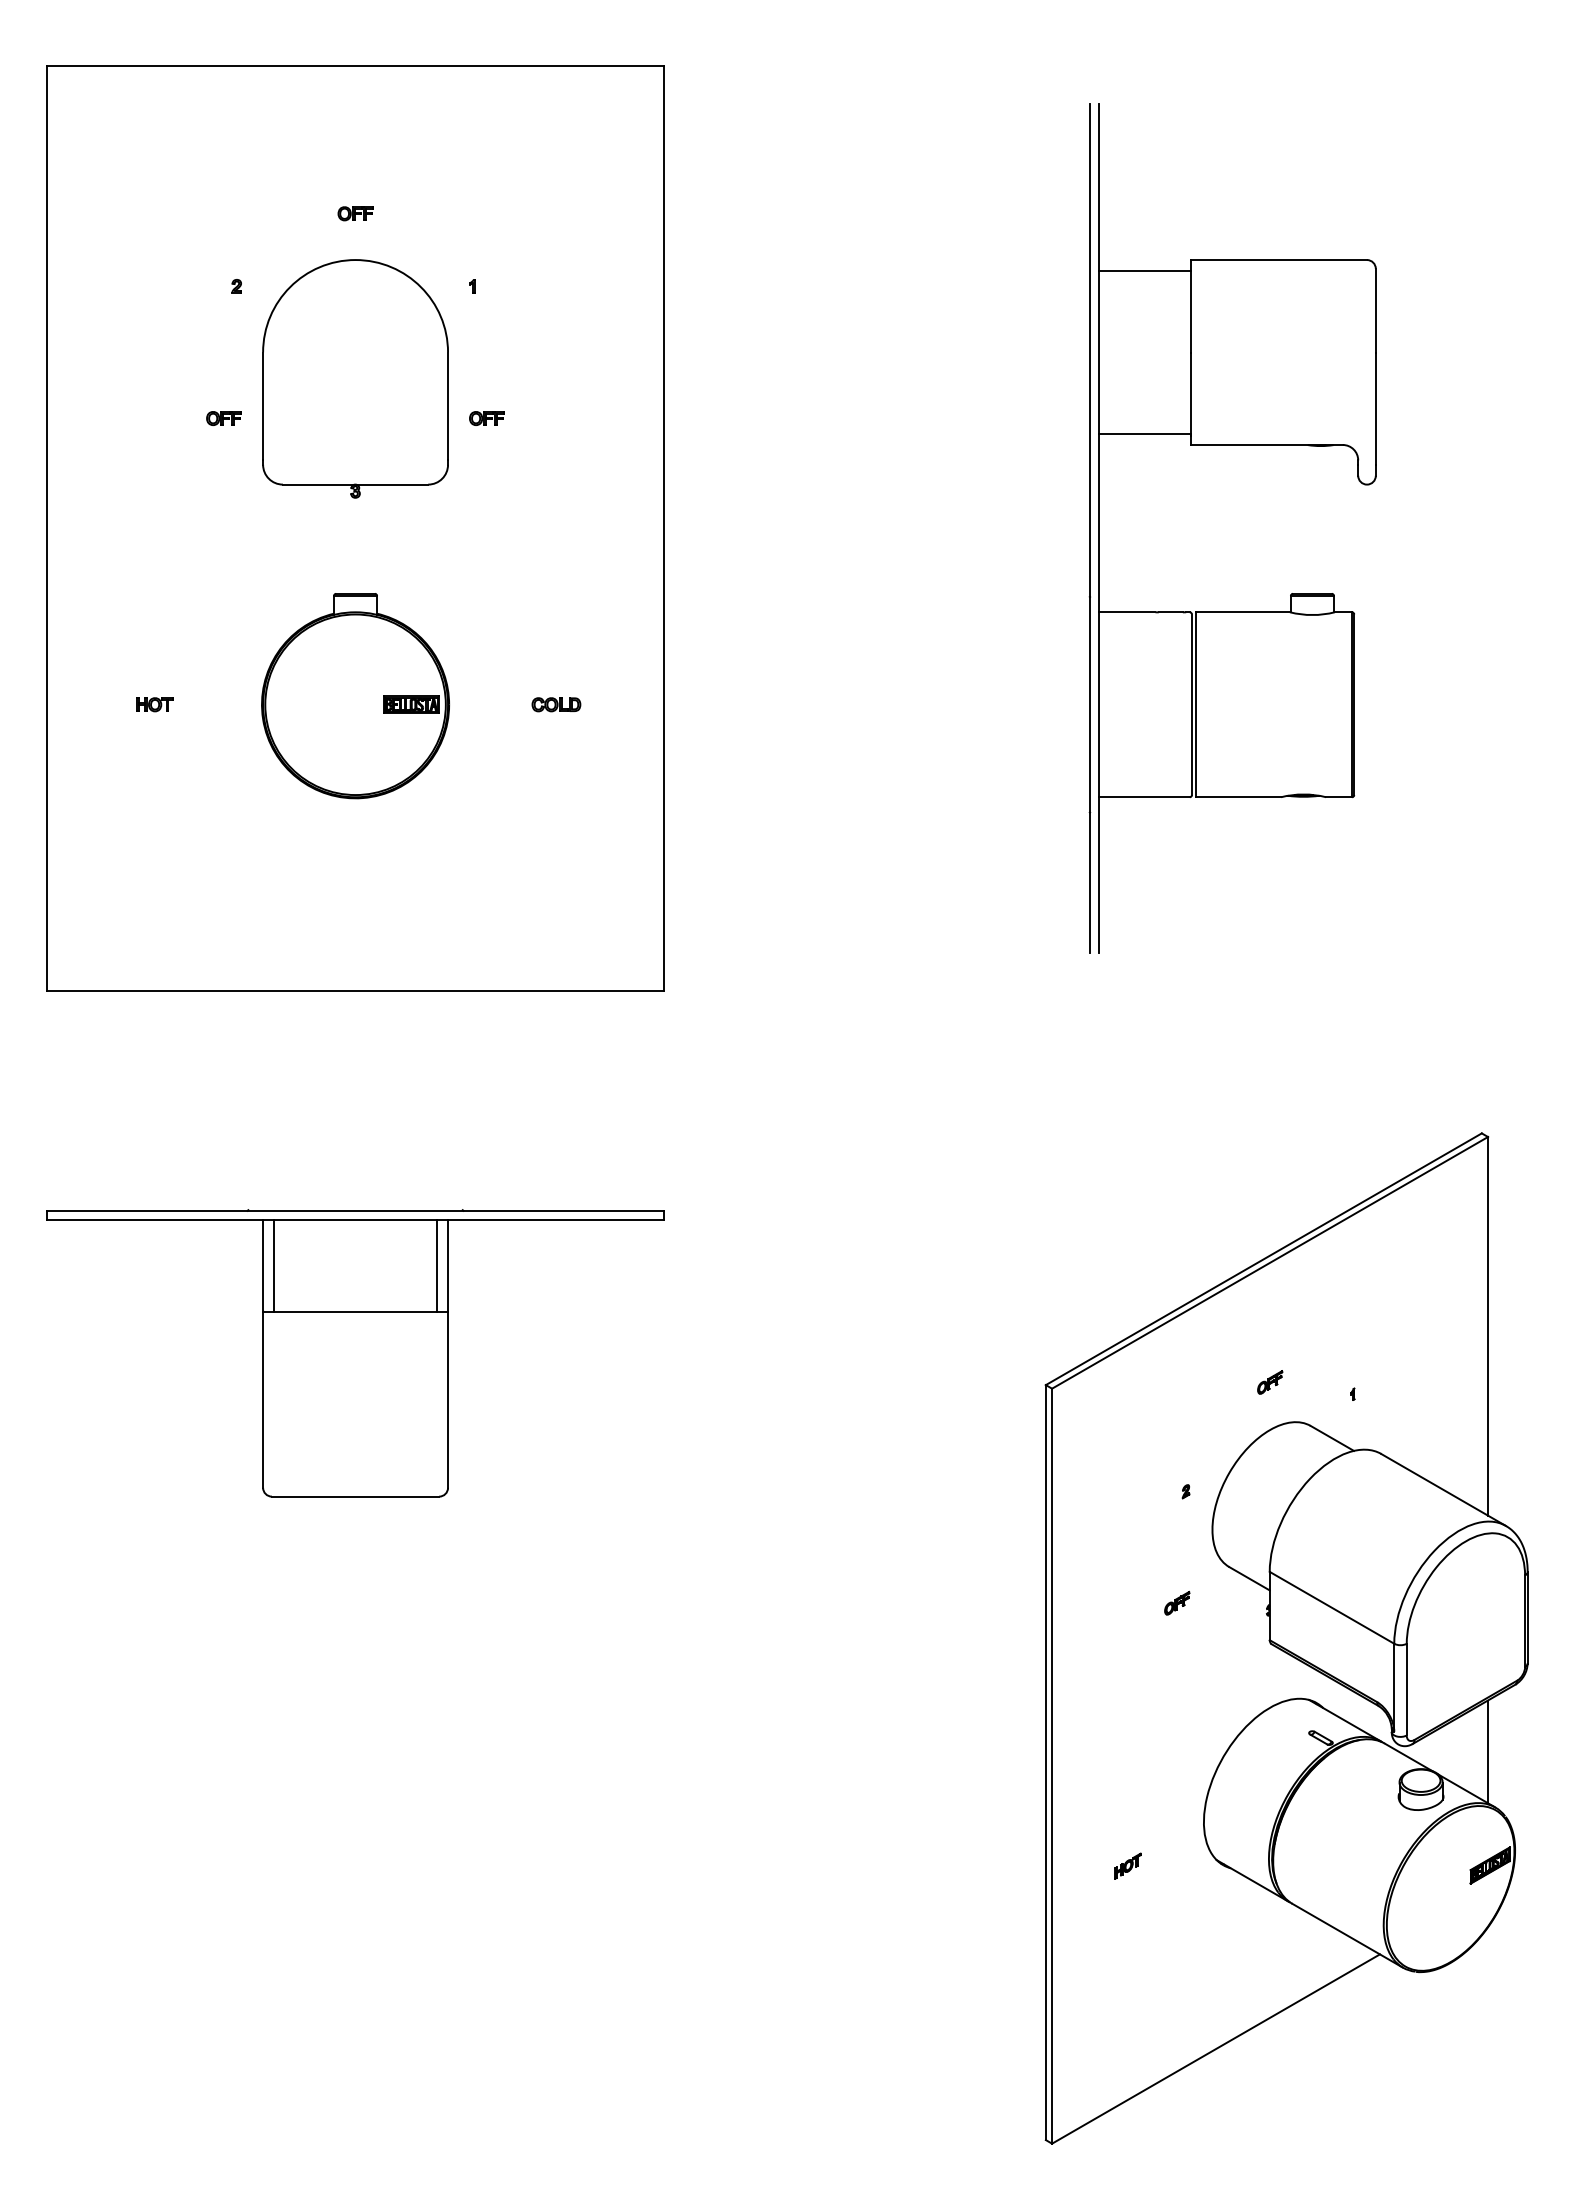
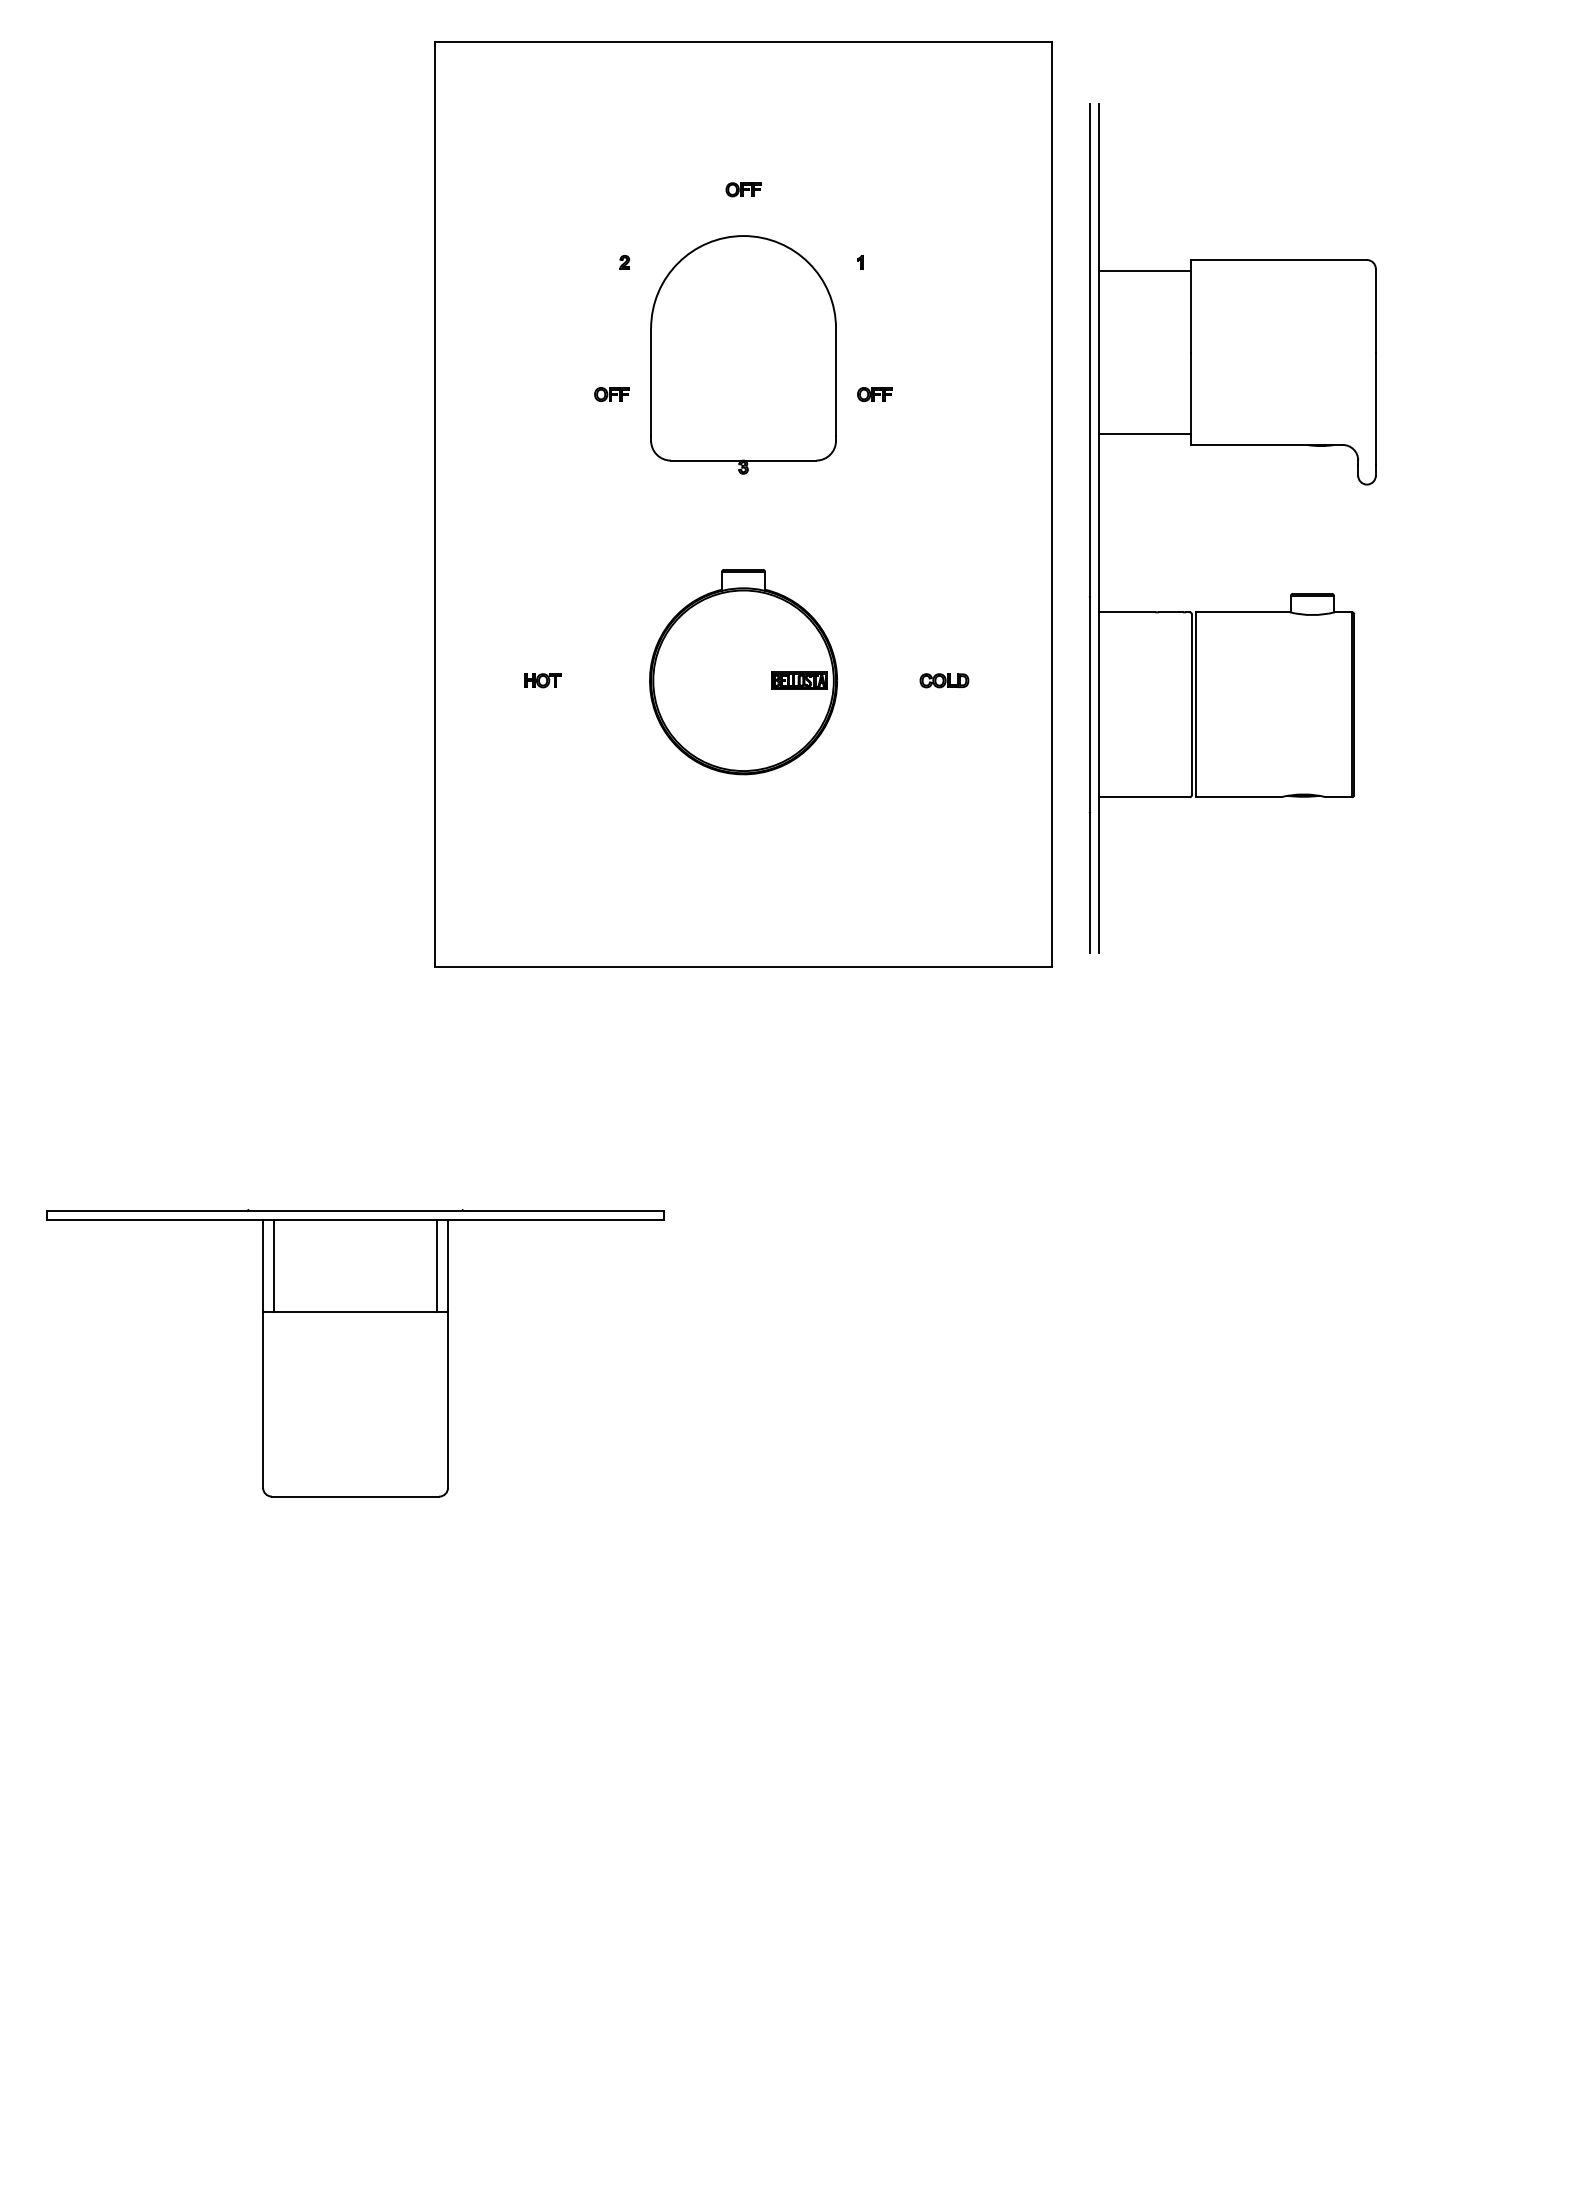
part at (355, 528) position: (355, 528) -> (743, 504)
part at (1286, 1638): present -> none
